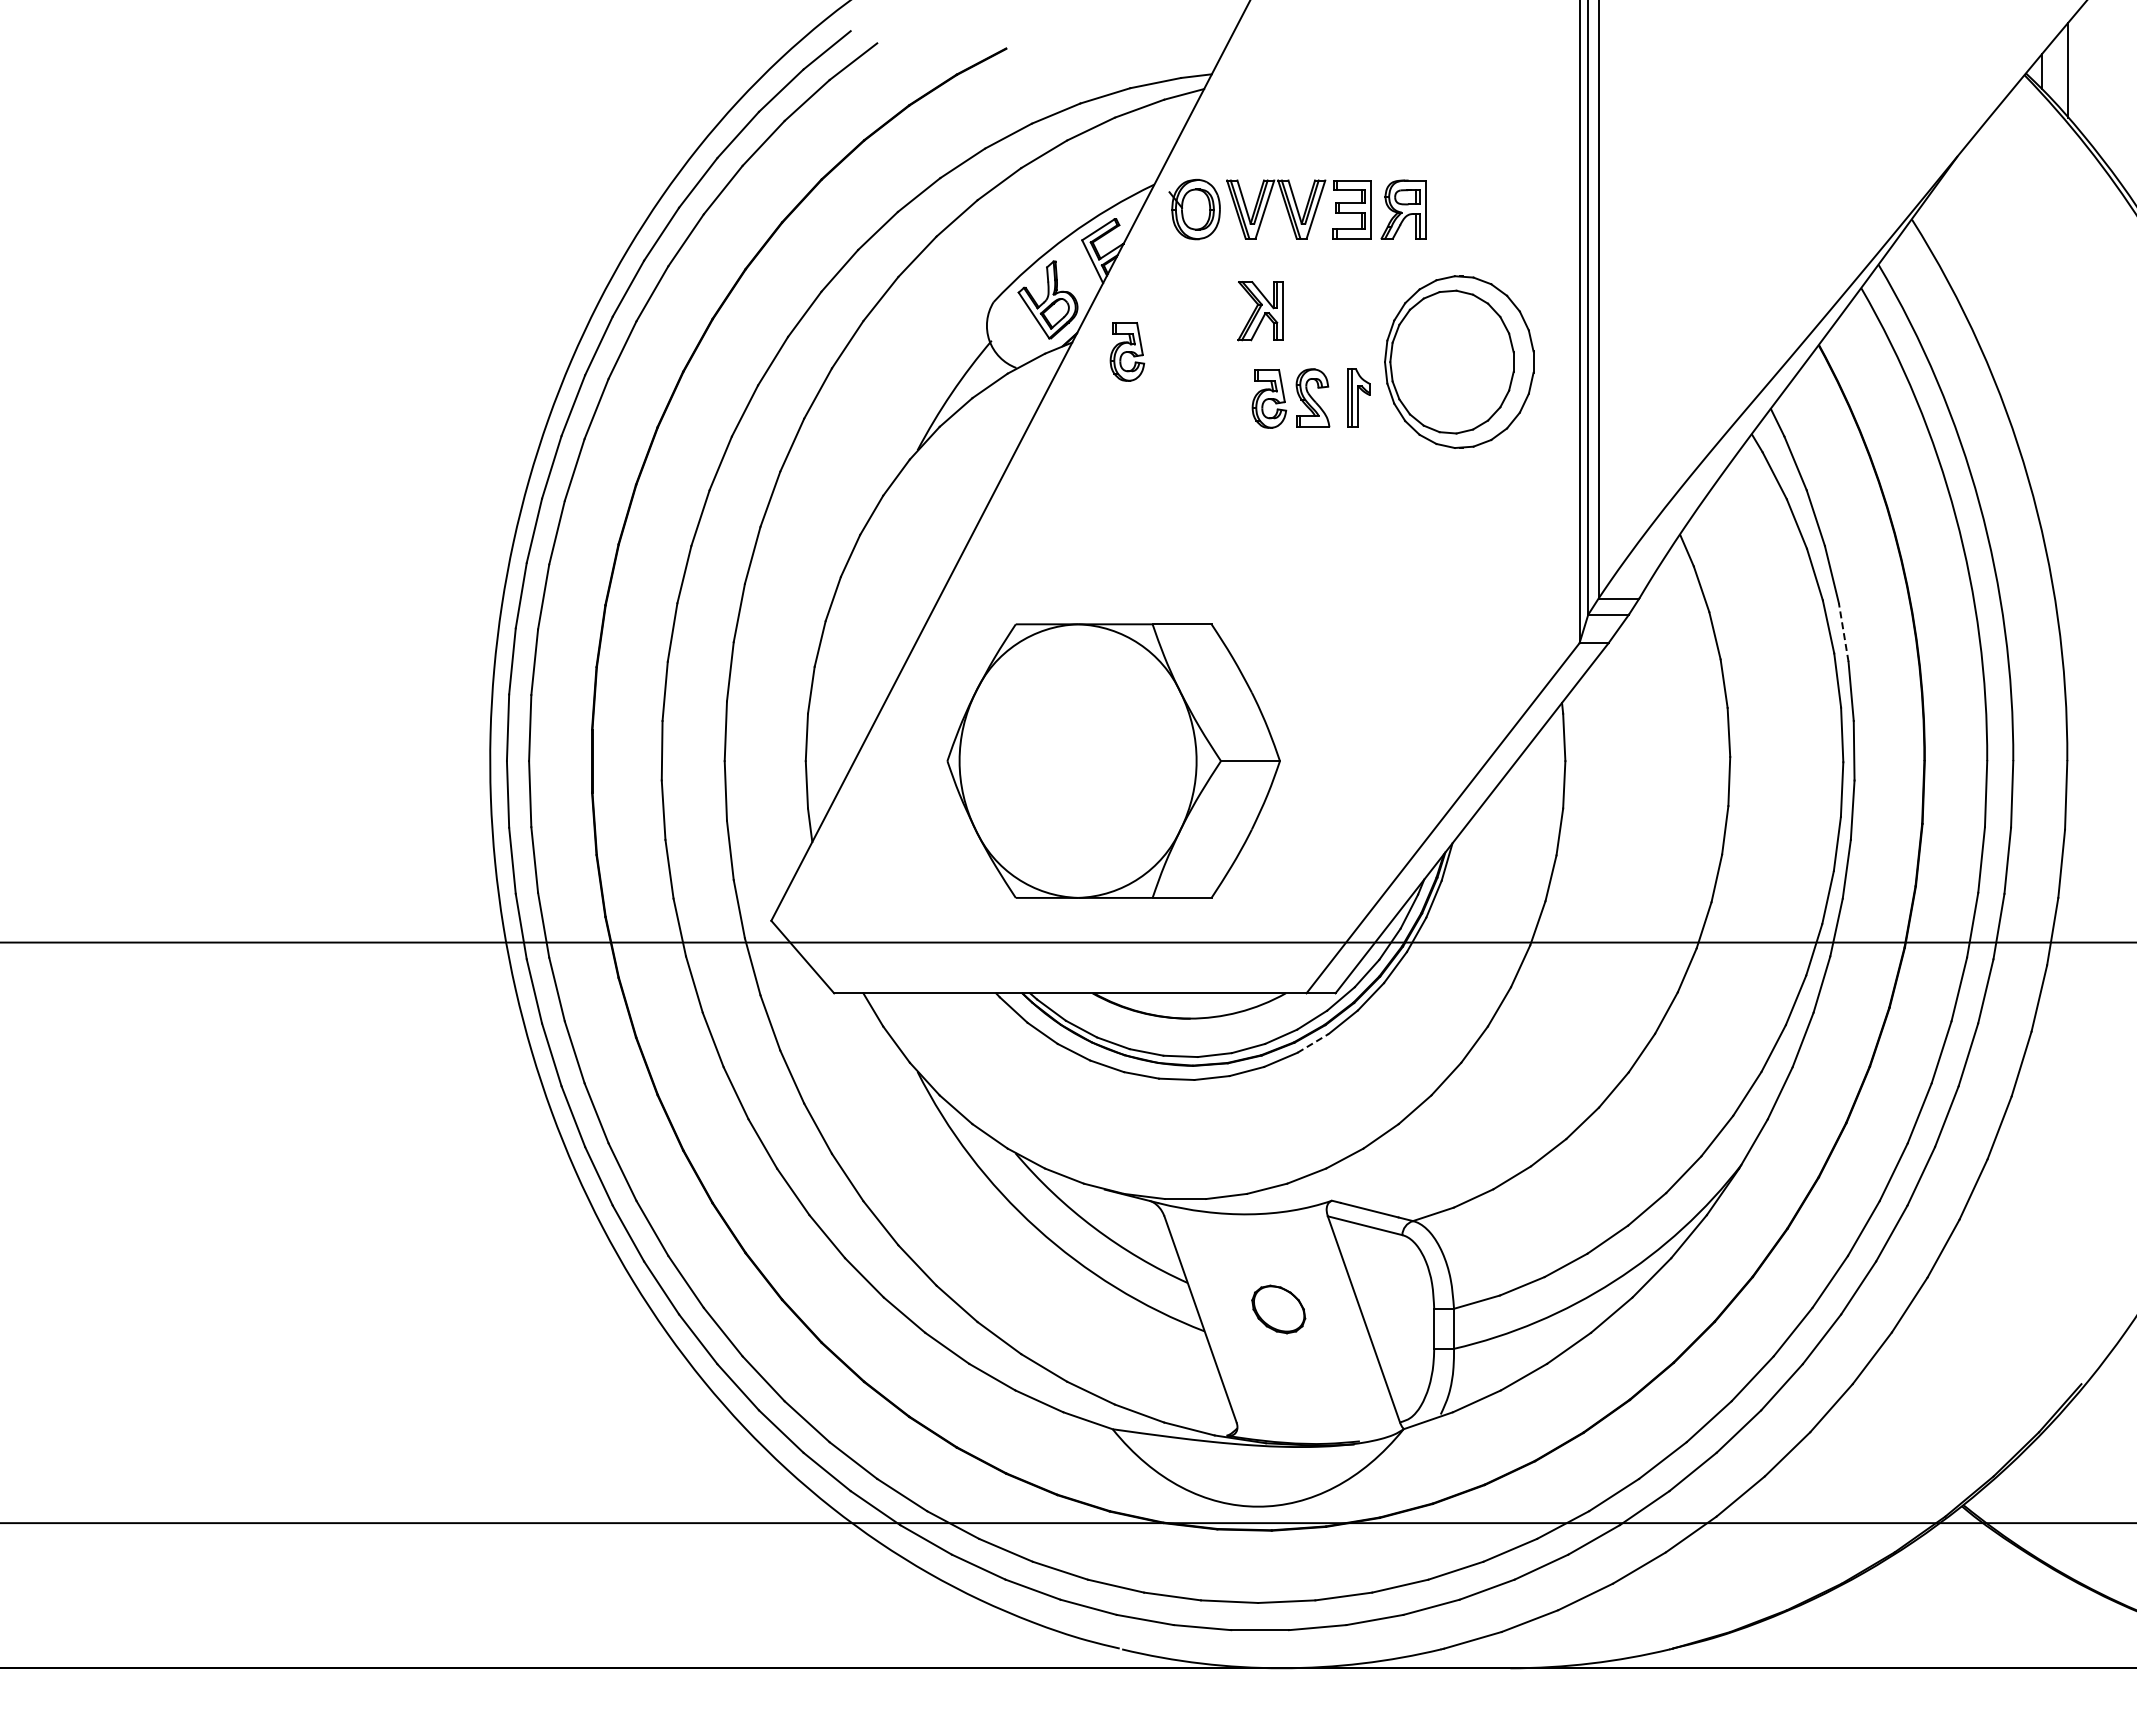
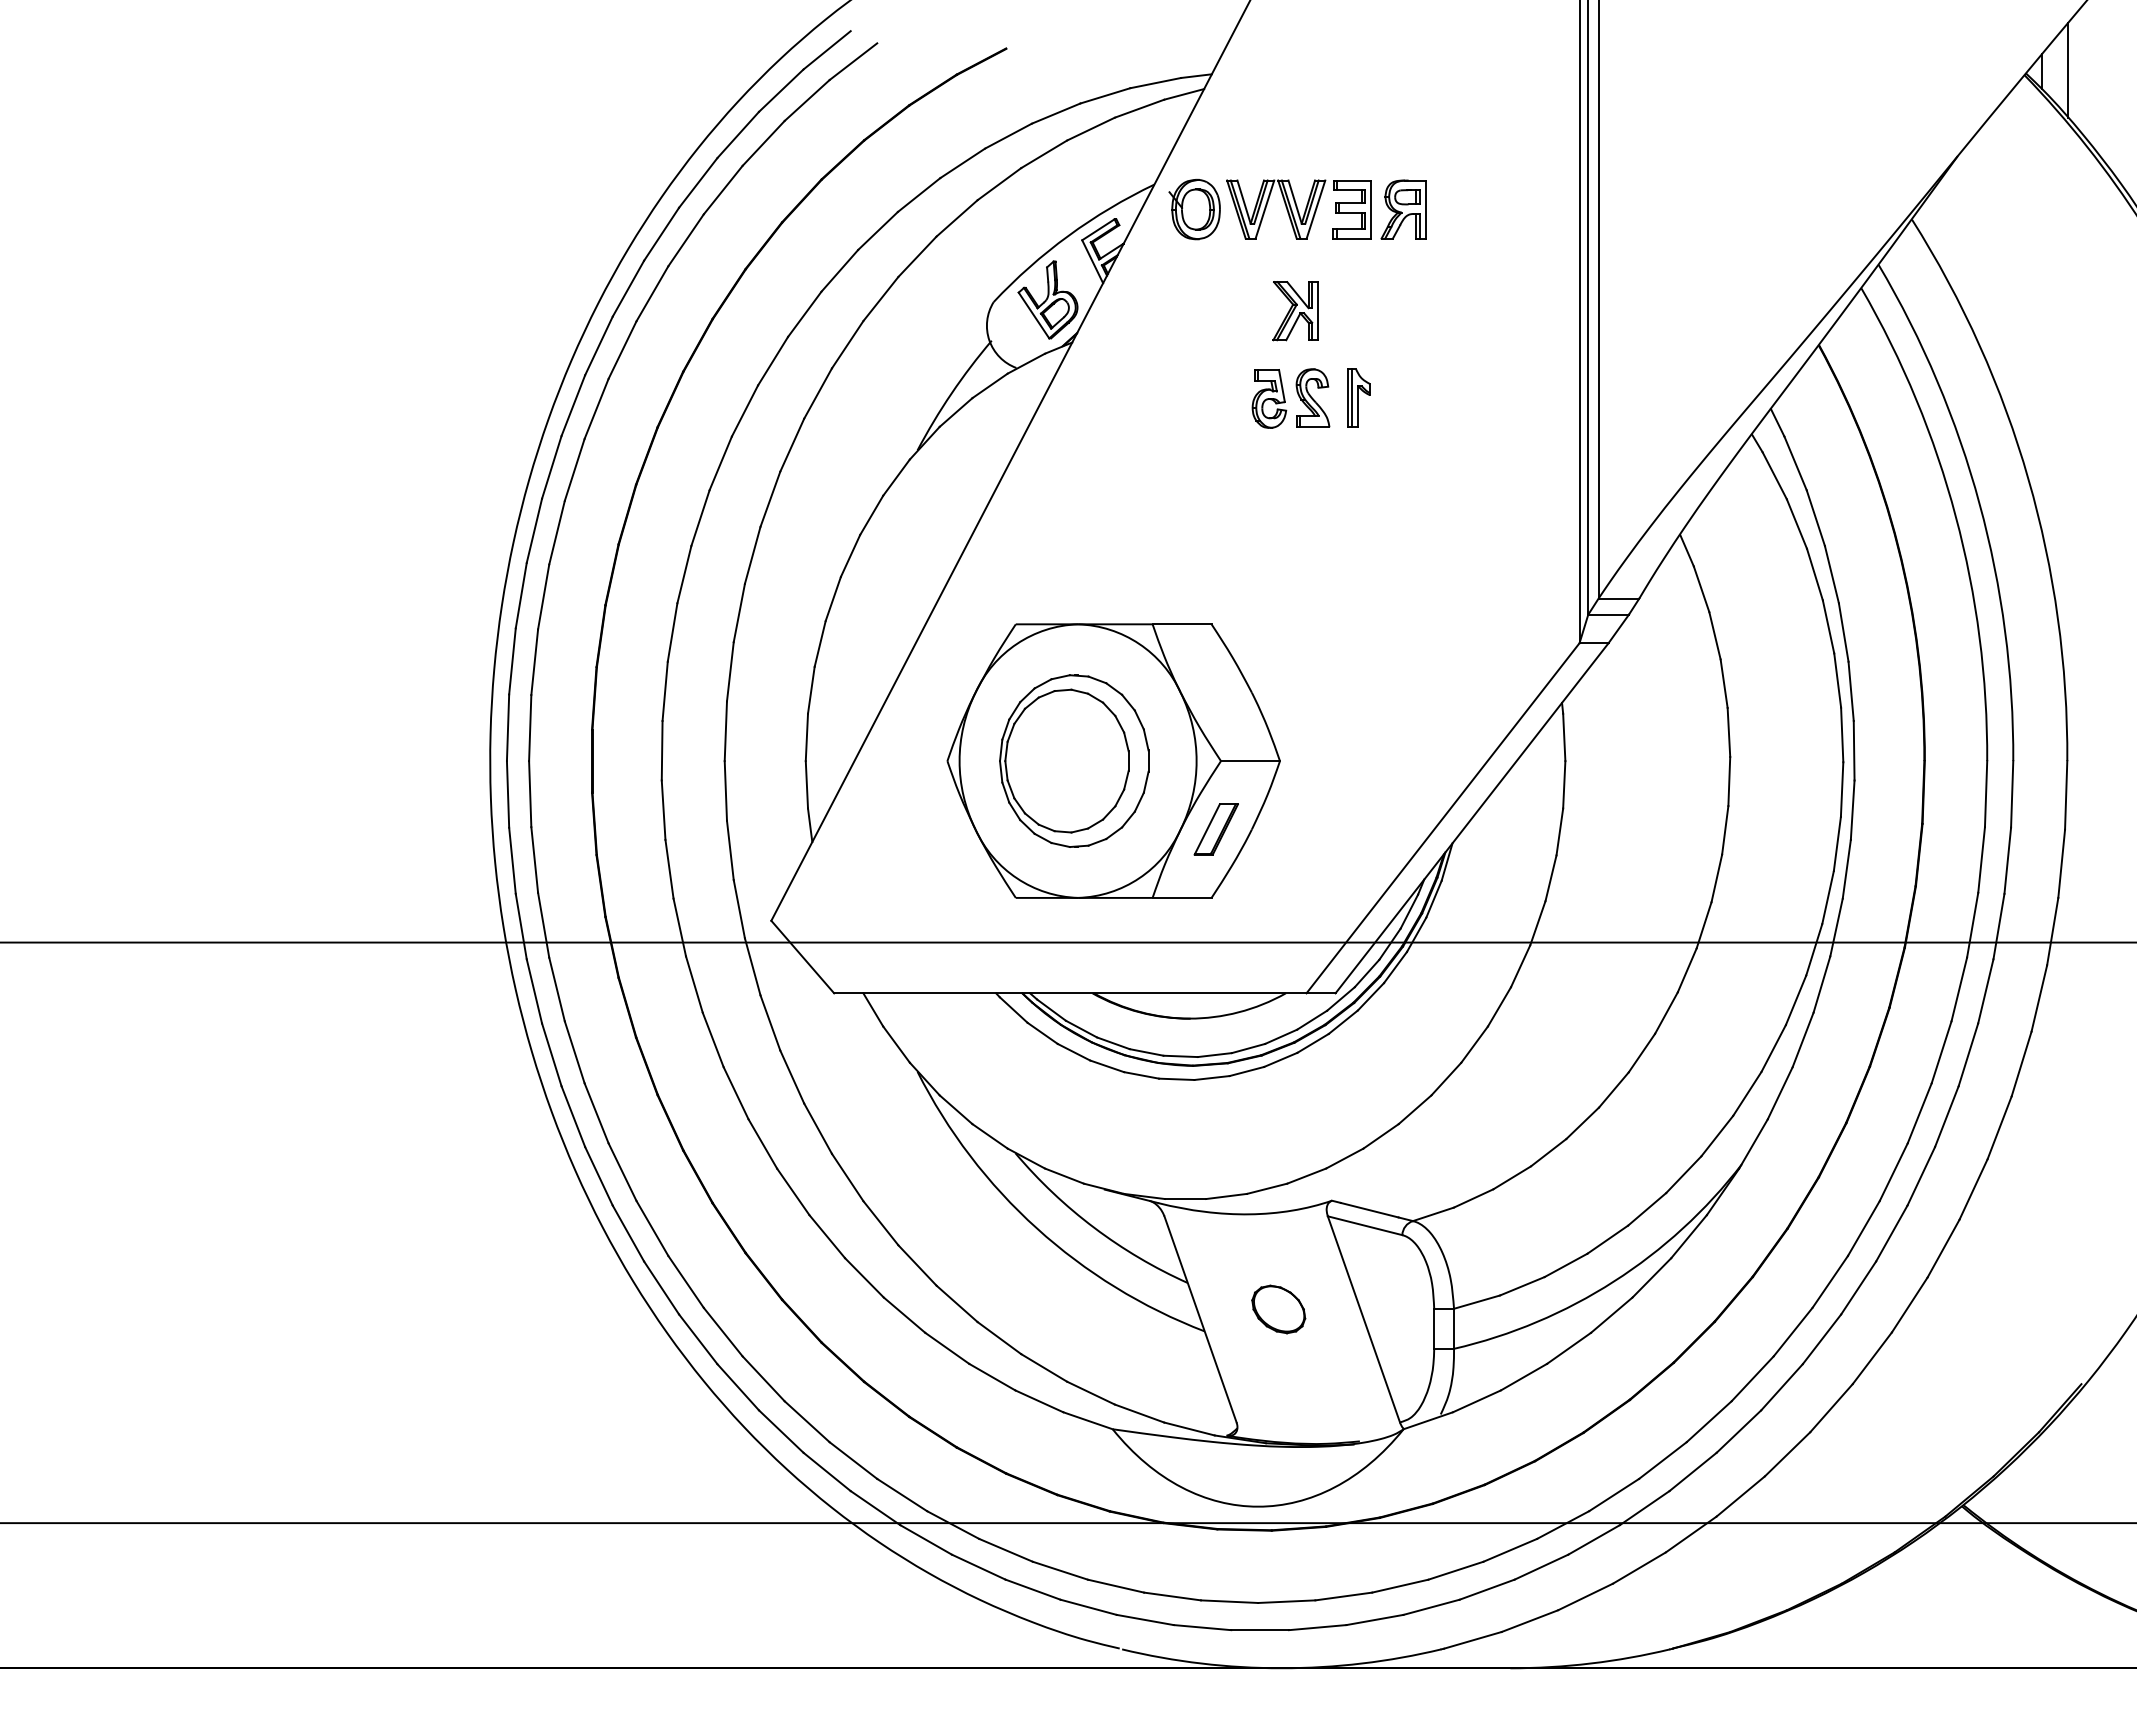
part at (1260, 311) position: (1260, 311) -> (1295, 311)
part at (1127, 351): present -> none
part at (1459, 361) position: (1459, 361) -> (1074, 760)
line at (1843, 632): dashed -> solid
part at (1215, 829): none -> present
line at (1313, 1043): dashed -> solid
